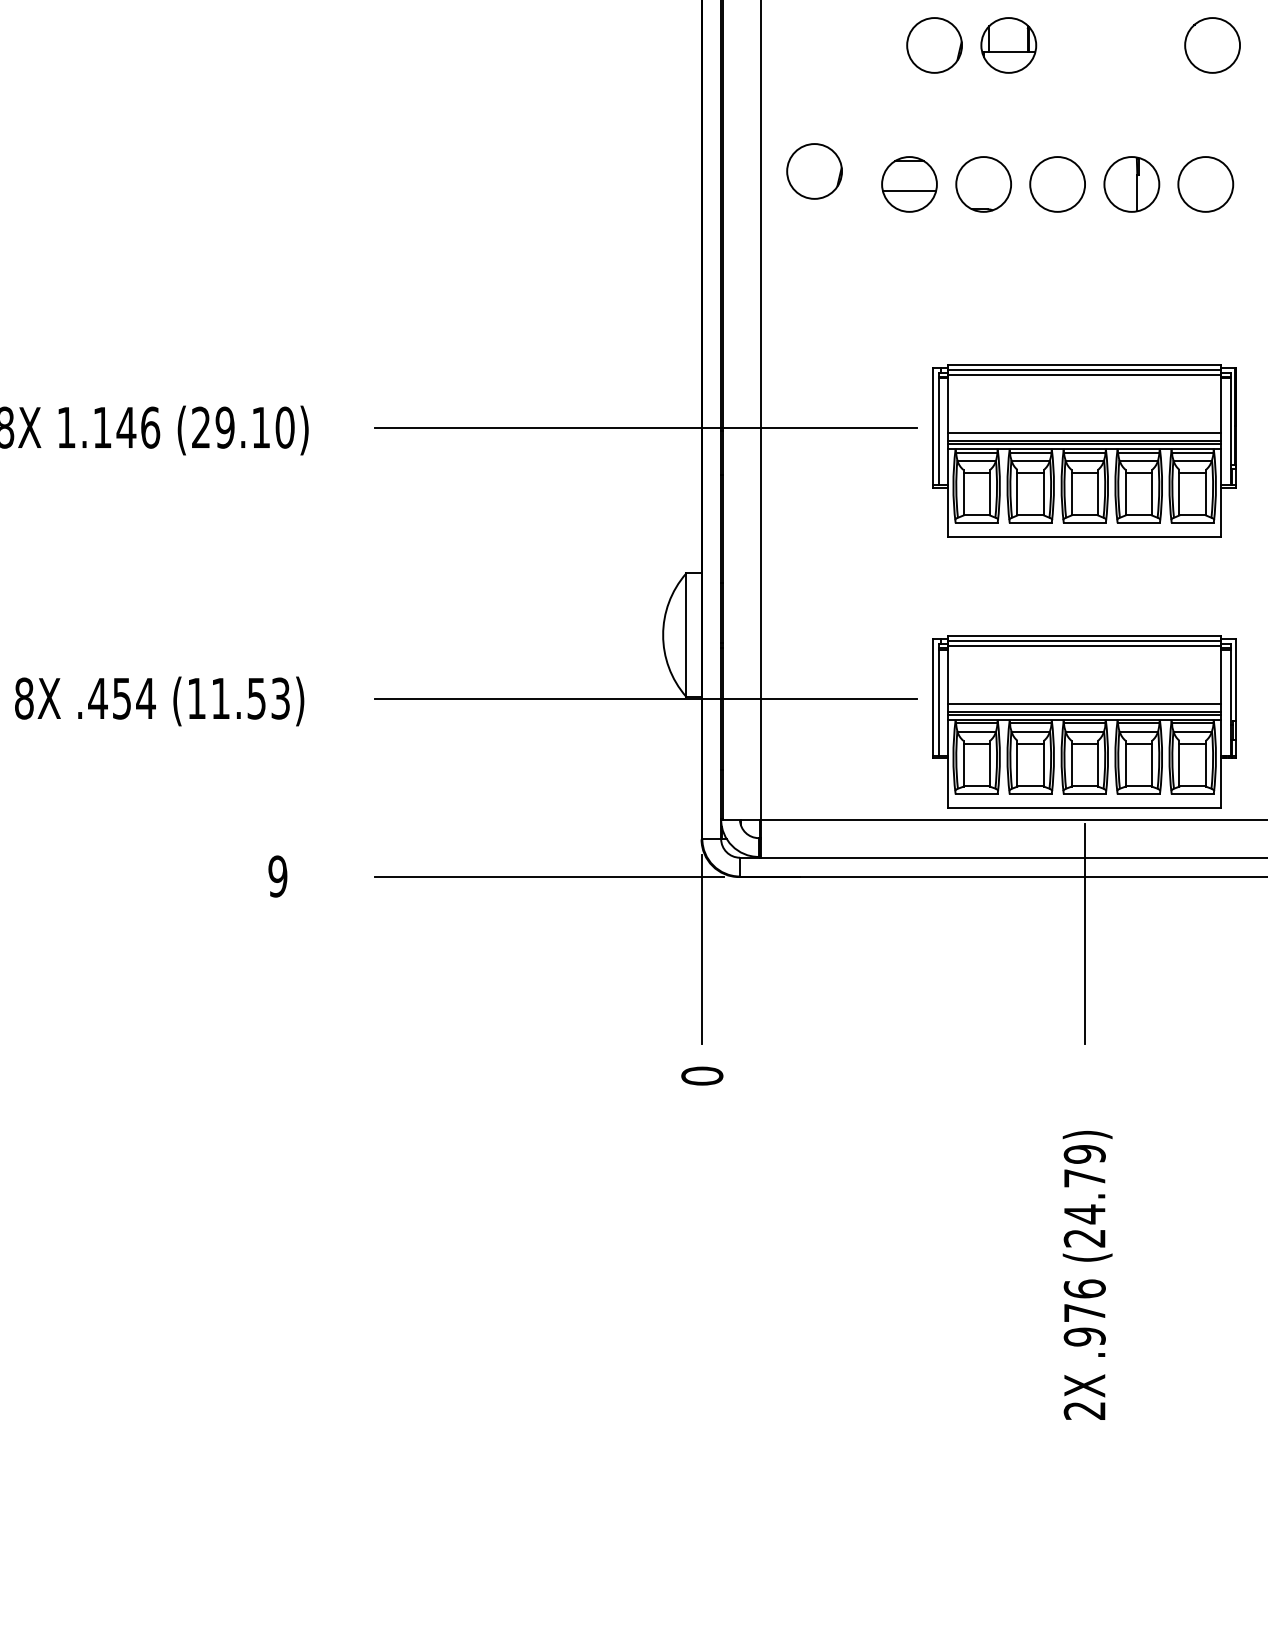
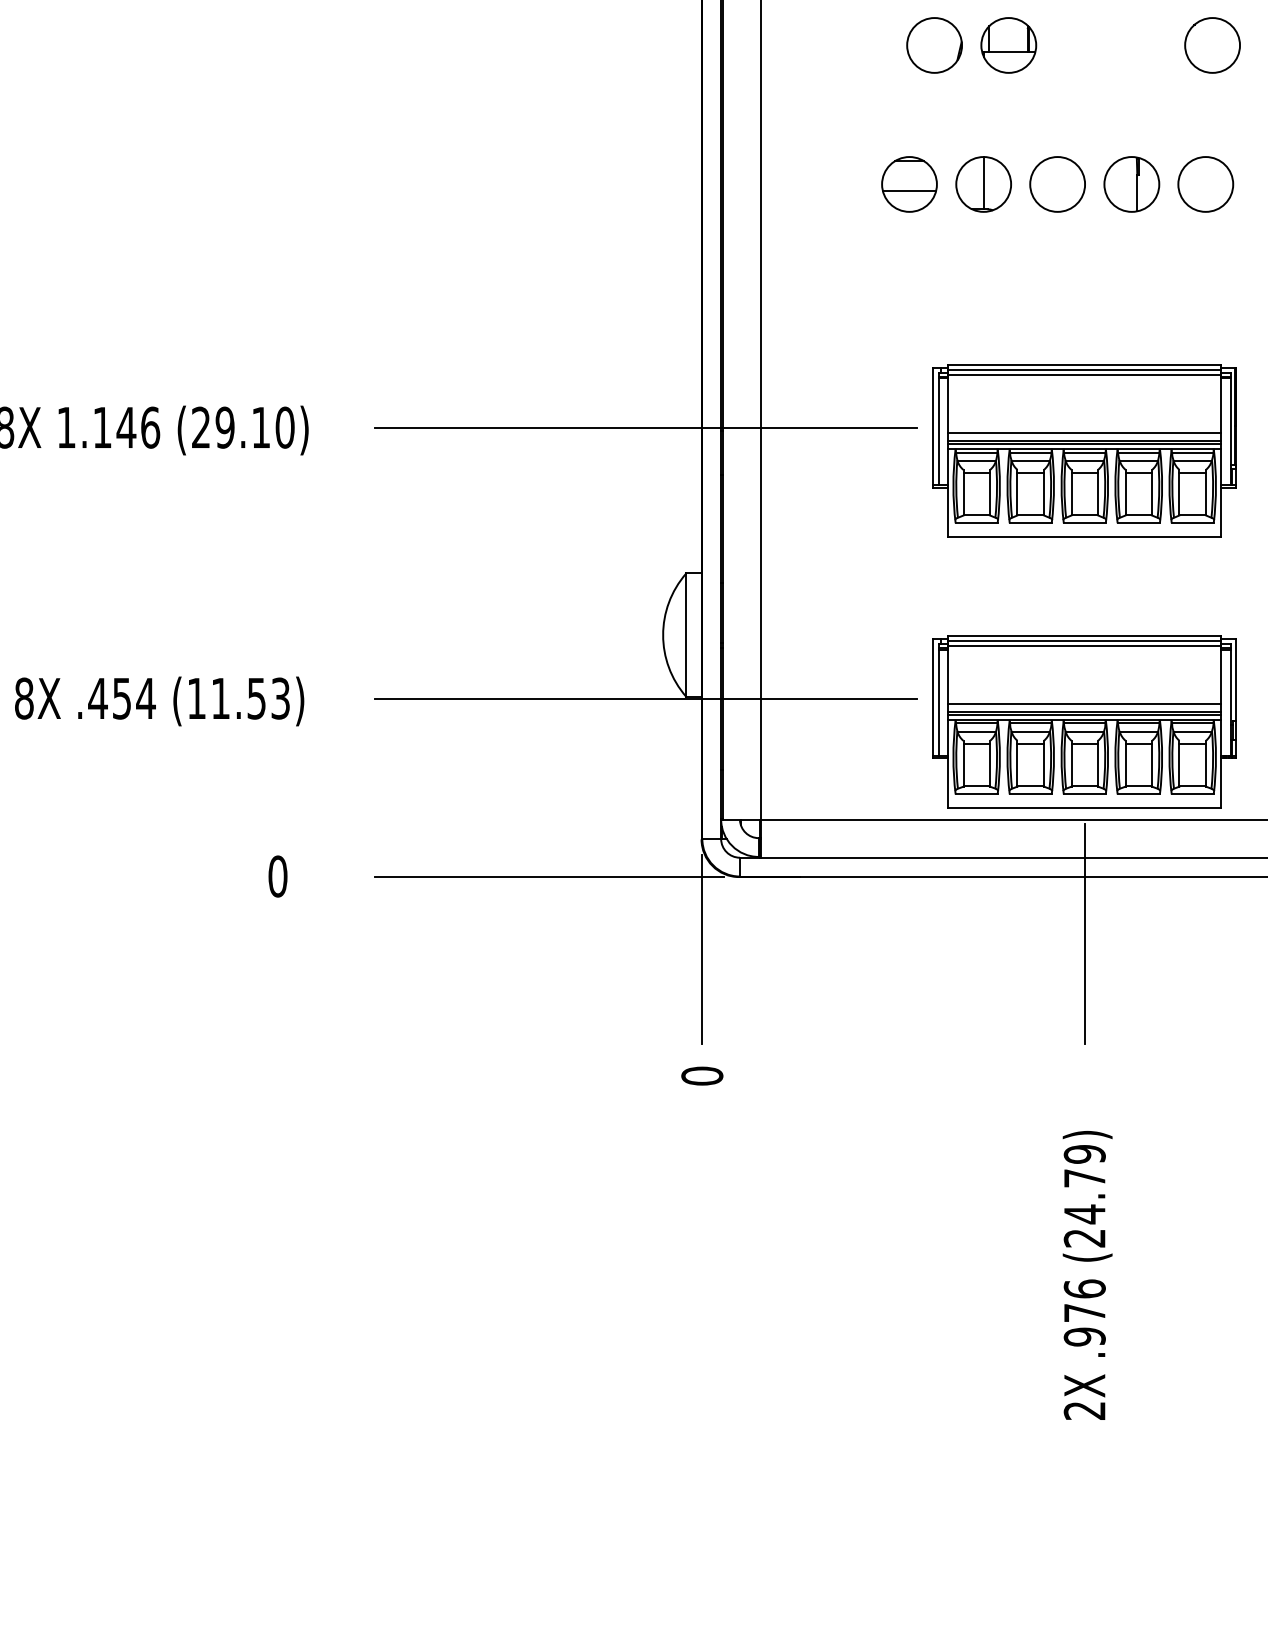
circle at (814, 171): present -> none
line at (983, 183): none -> present
text at (277, 876): 9 -> 0
